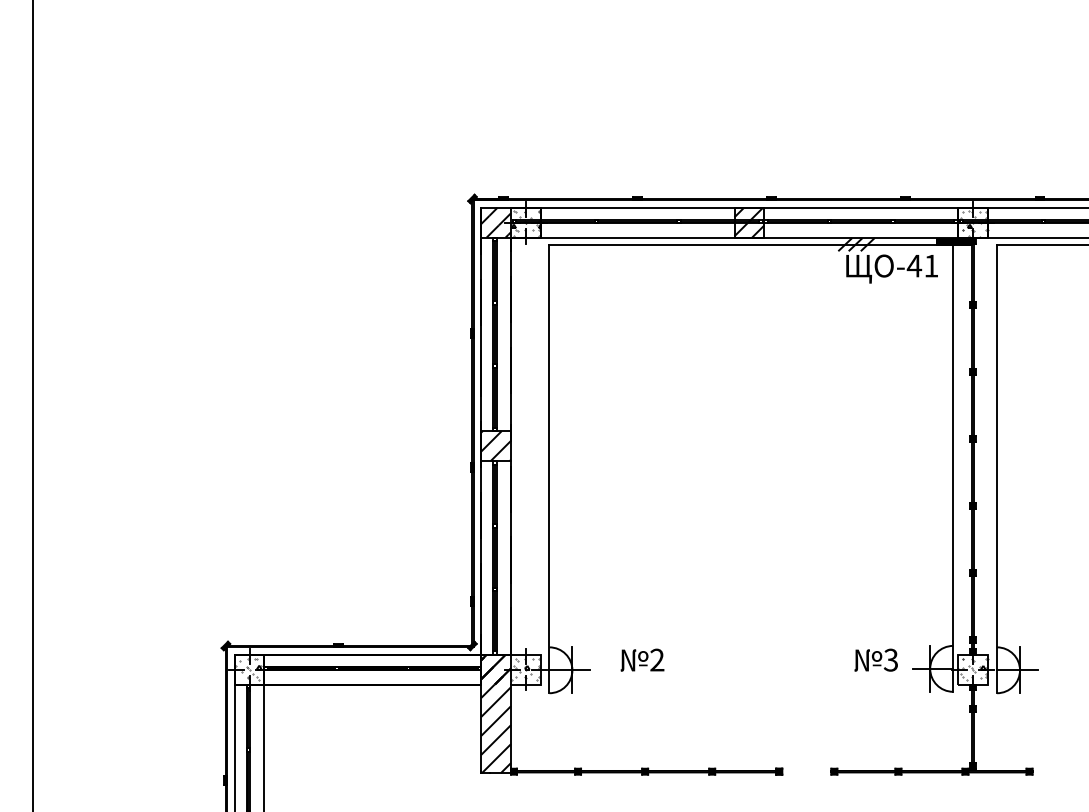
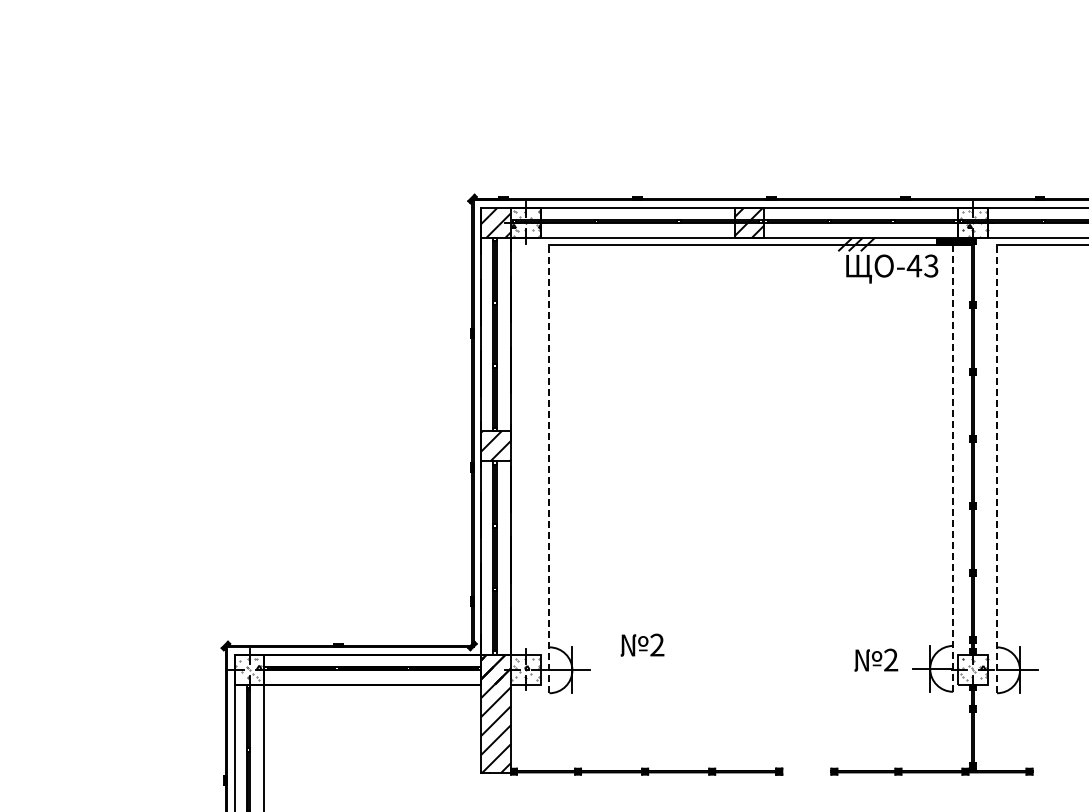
text at (931, 265): -41 -> -43
line at (32, 405): present -> none
line at (549, 468): solid -> dashed
line at (953, 468): solid -> dashed
line at (997, 468): solid -> dashed
text at (642, 659) position: (642, 659) -> (642, 644)
text at (890, 660): 3 -> 2
